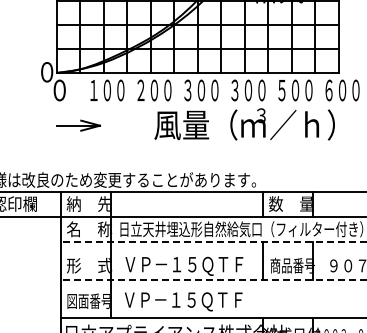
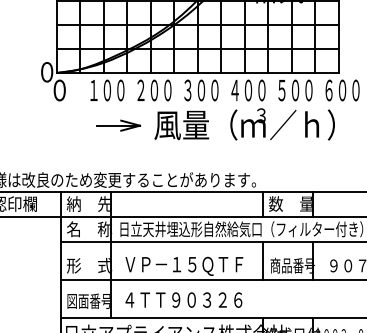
text at (234, 90): ３００ -> ４００
part at (78, 125) position: (78, 125) -> (118, 125)
line at (213, 242): dashed -> solid
line at (213, 280): dashed -> solid
text at (183, 301): ＶＰ－１５ＱＴＦ -> ４ＴＴ９０３２６
